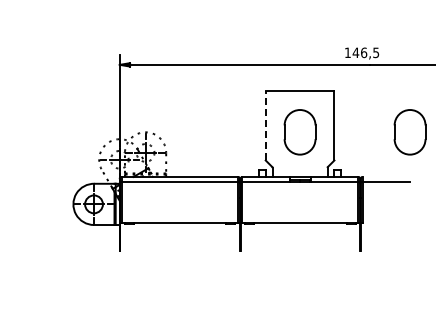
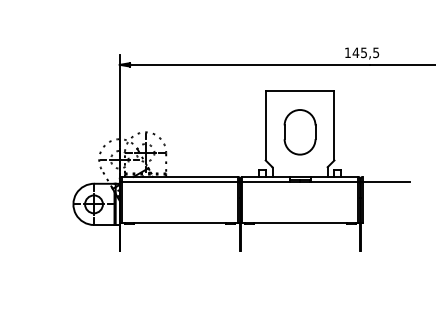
text at (364, 52): 146,5 -> 145,5
line at (265, 125): dashed -> solid
part at (409, 132): present -> none
